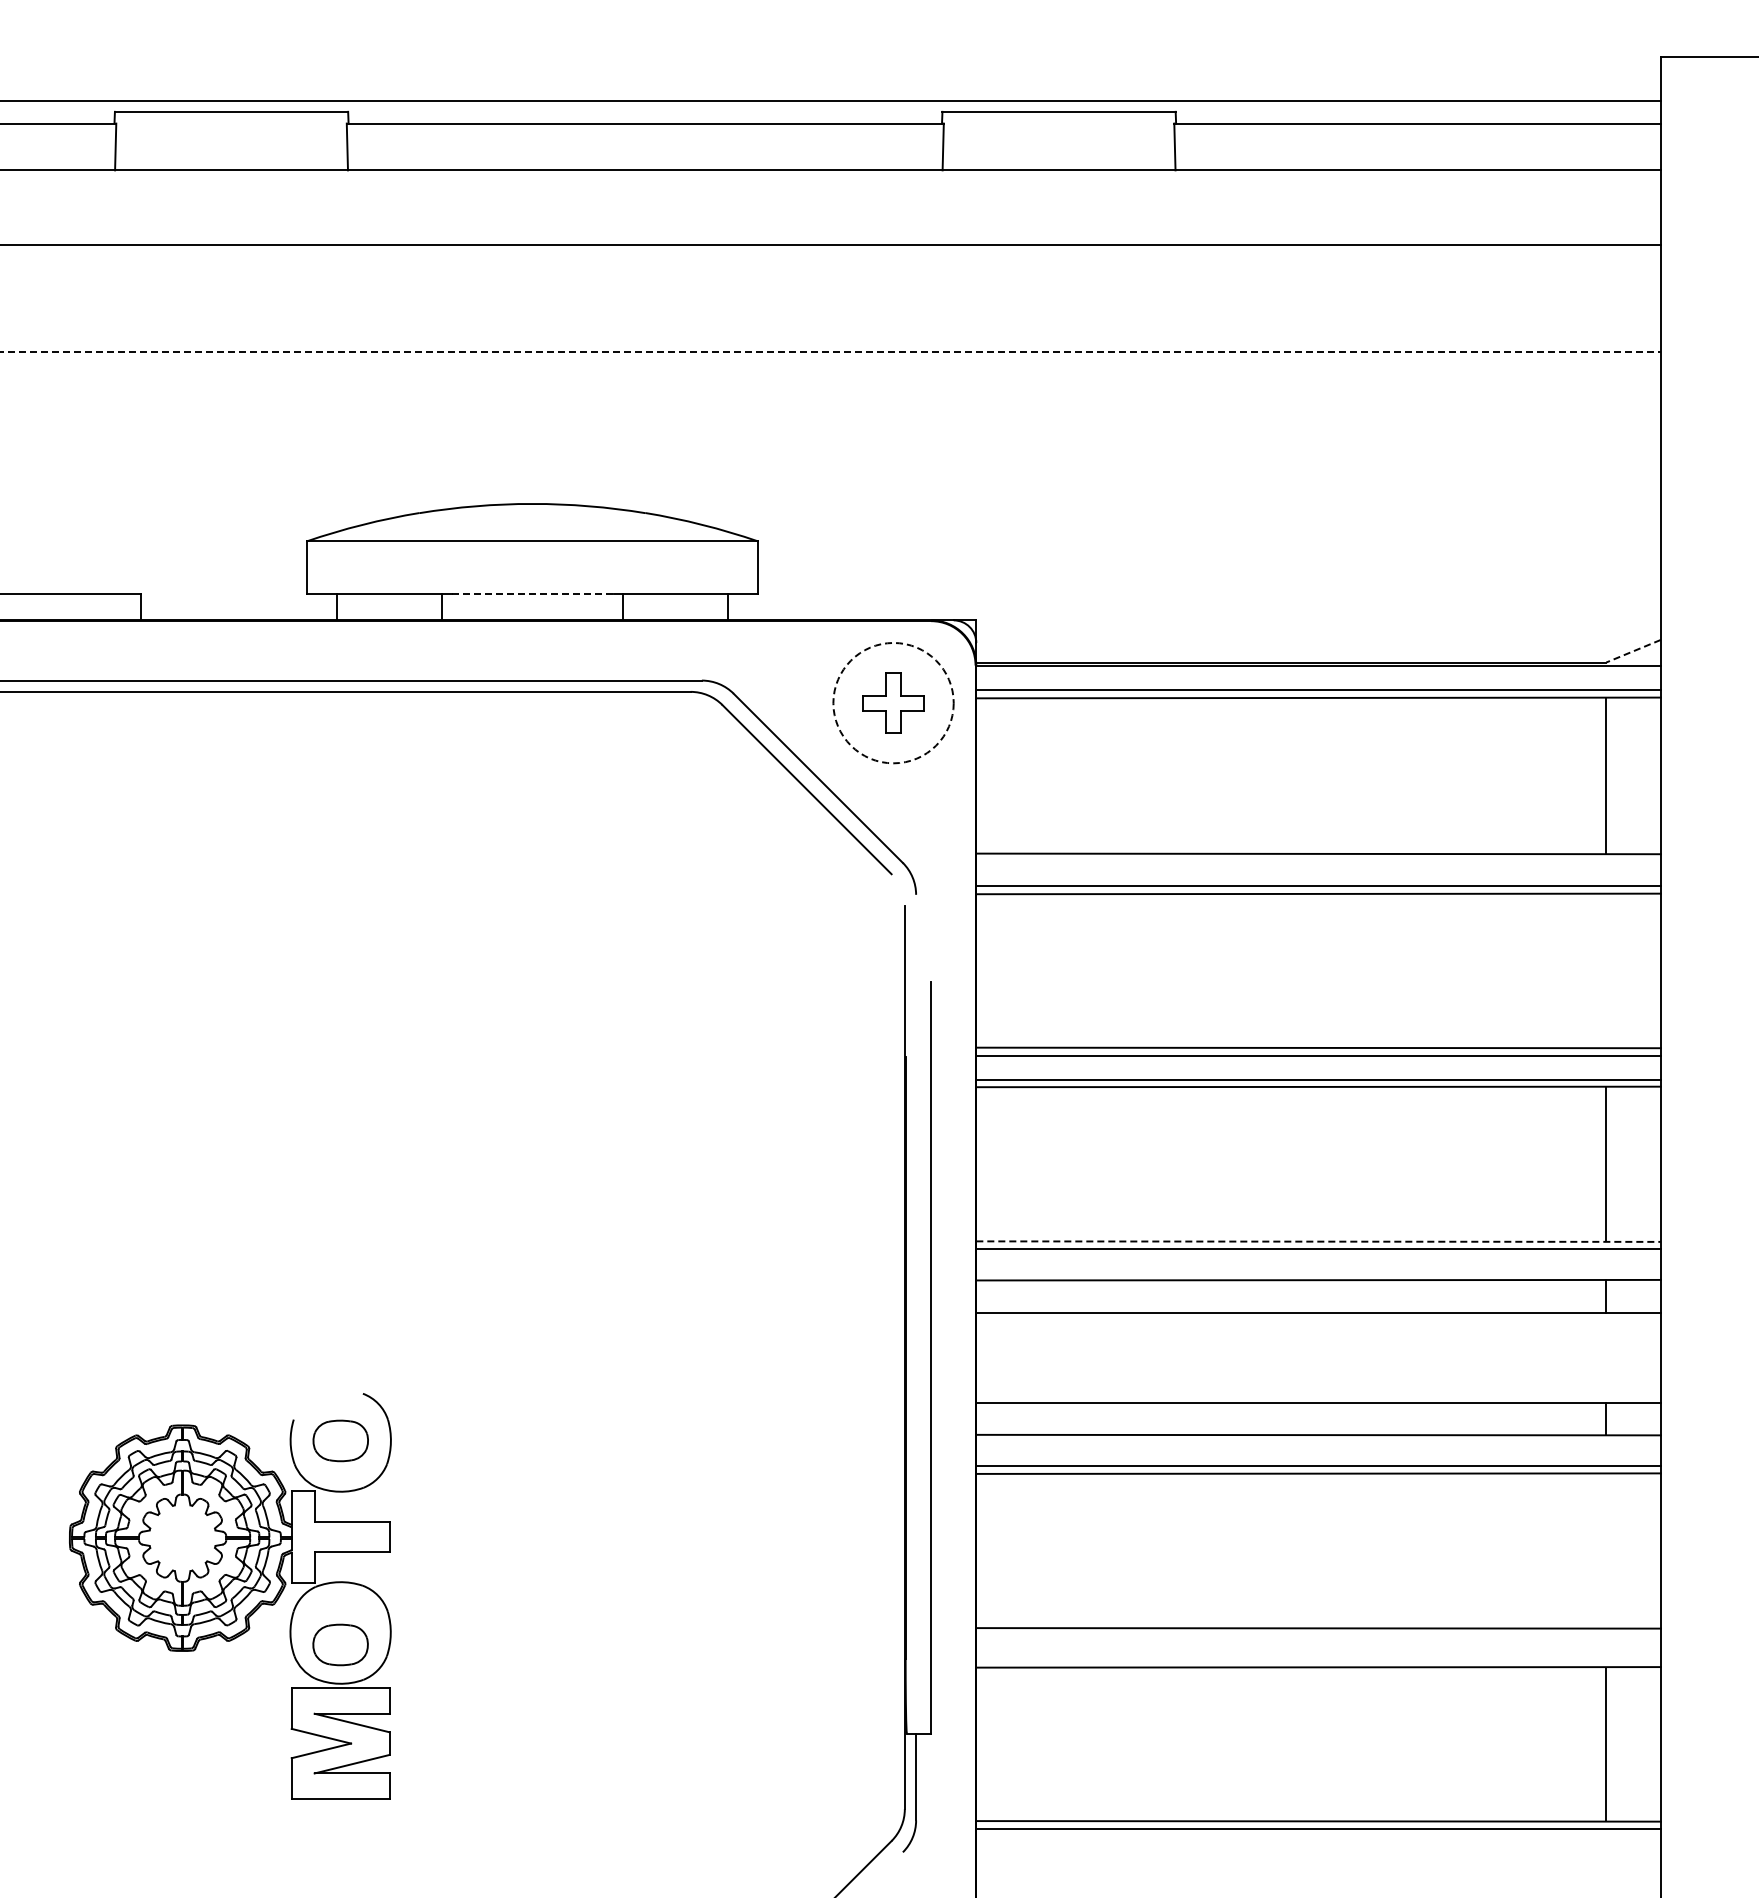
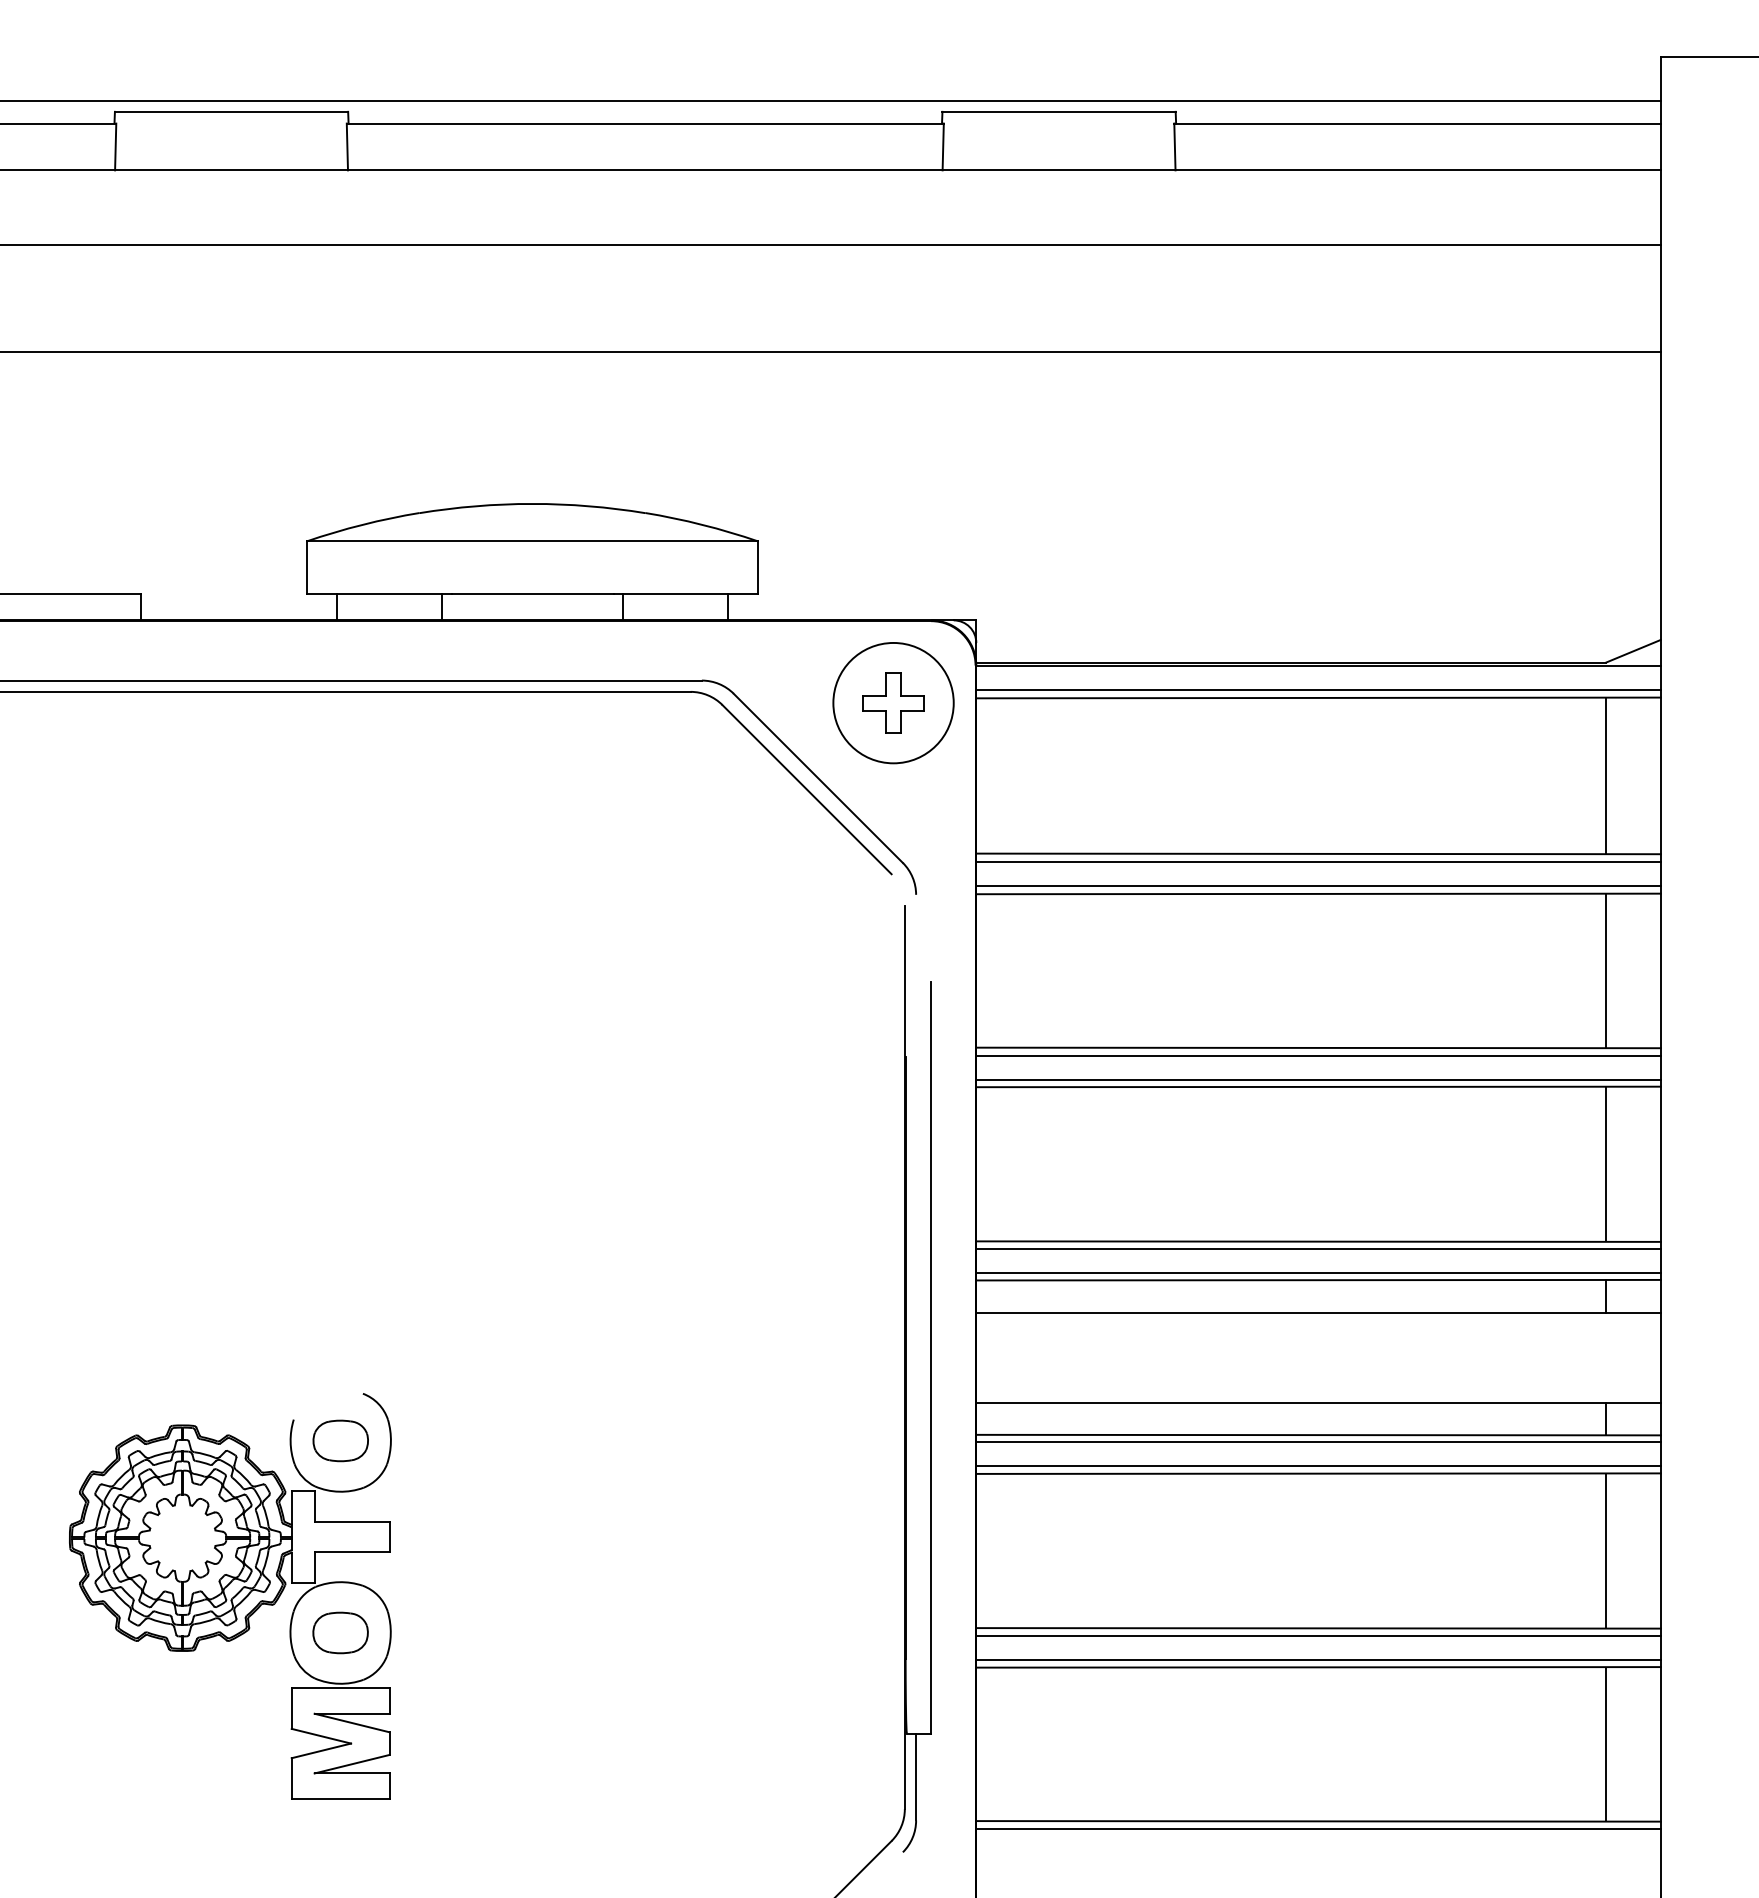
line at (831, 351): dashed -> solid
line at (533, 594): dashed -> solid
line at (1633, 651): dashed -> solid
circle at (893, 702): dashed -> solid
line at (1318, 862): none -> present
line at (1606, 970): none -> present
line at (1319, 1241): dashed -> solid
line at (1318, 1273): none -> present
line at (1318, 1442): none -> present
line at (1606, 1550): none -> present
line at (1318, 1635): none -> present
part at (340, 1644) position: (340, 1644) -> (340, 1632)
line at (1318, 1659): none -> present
